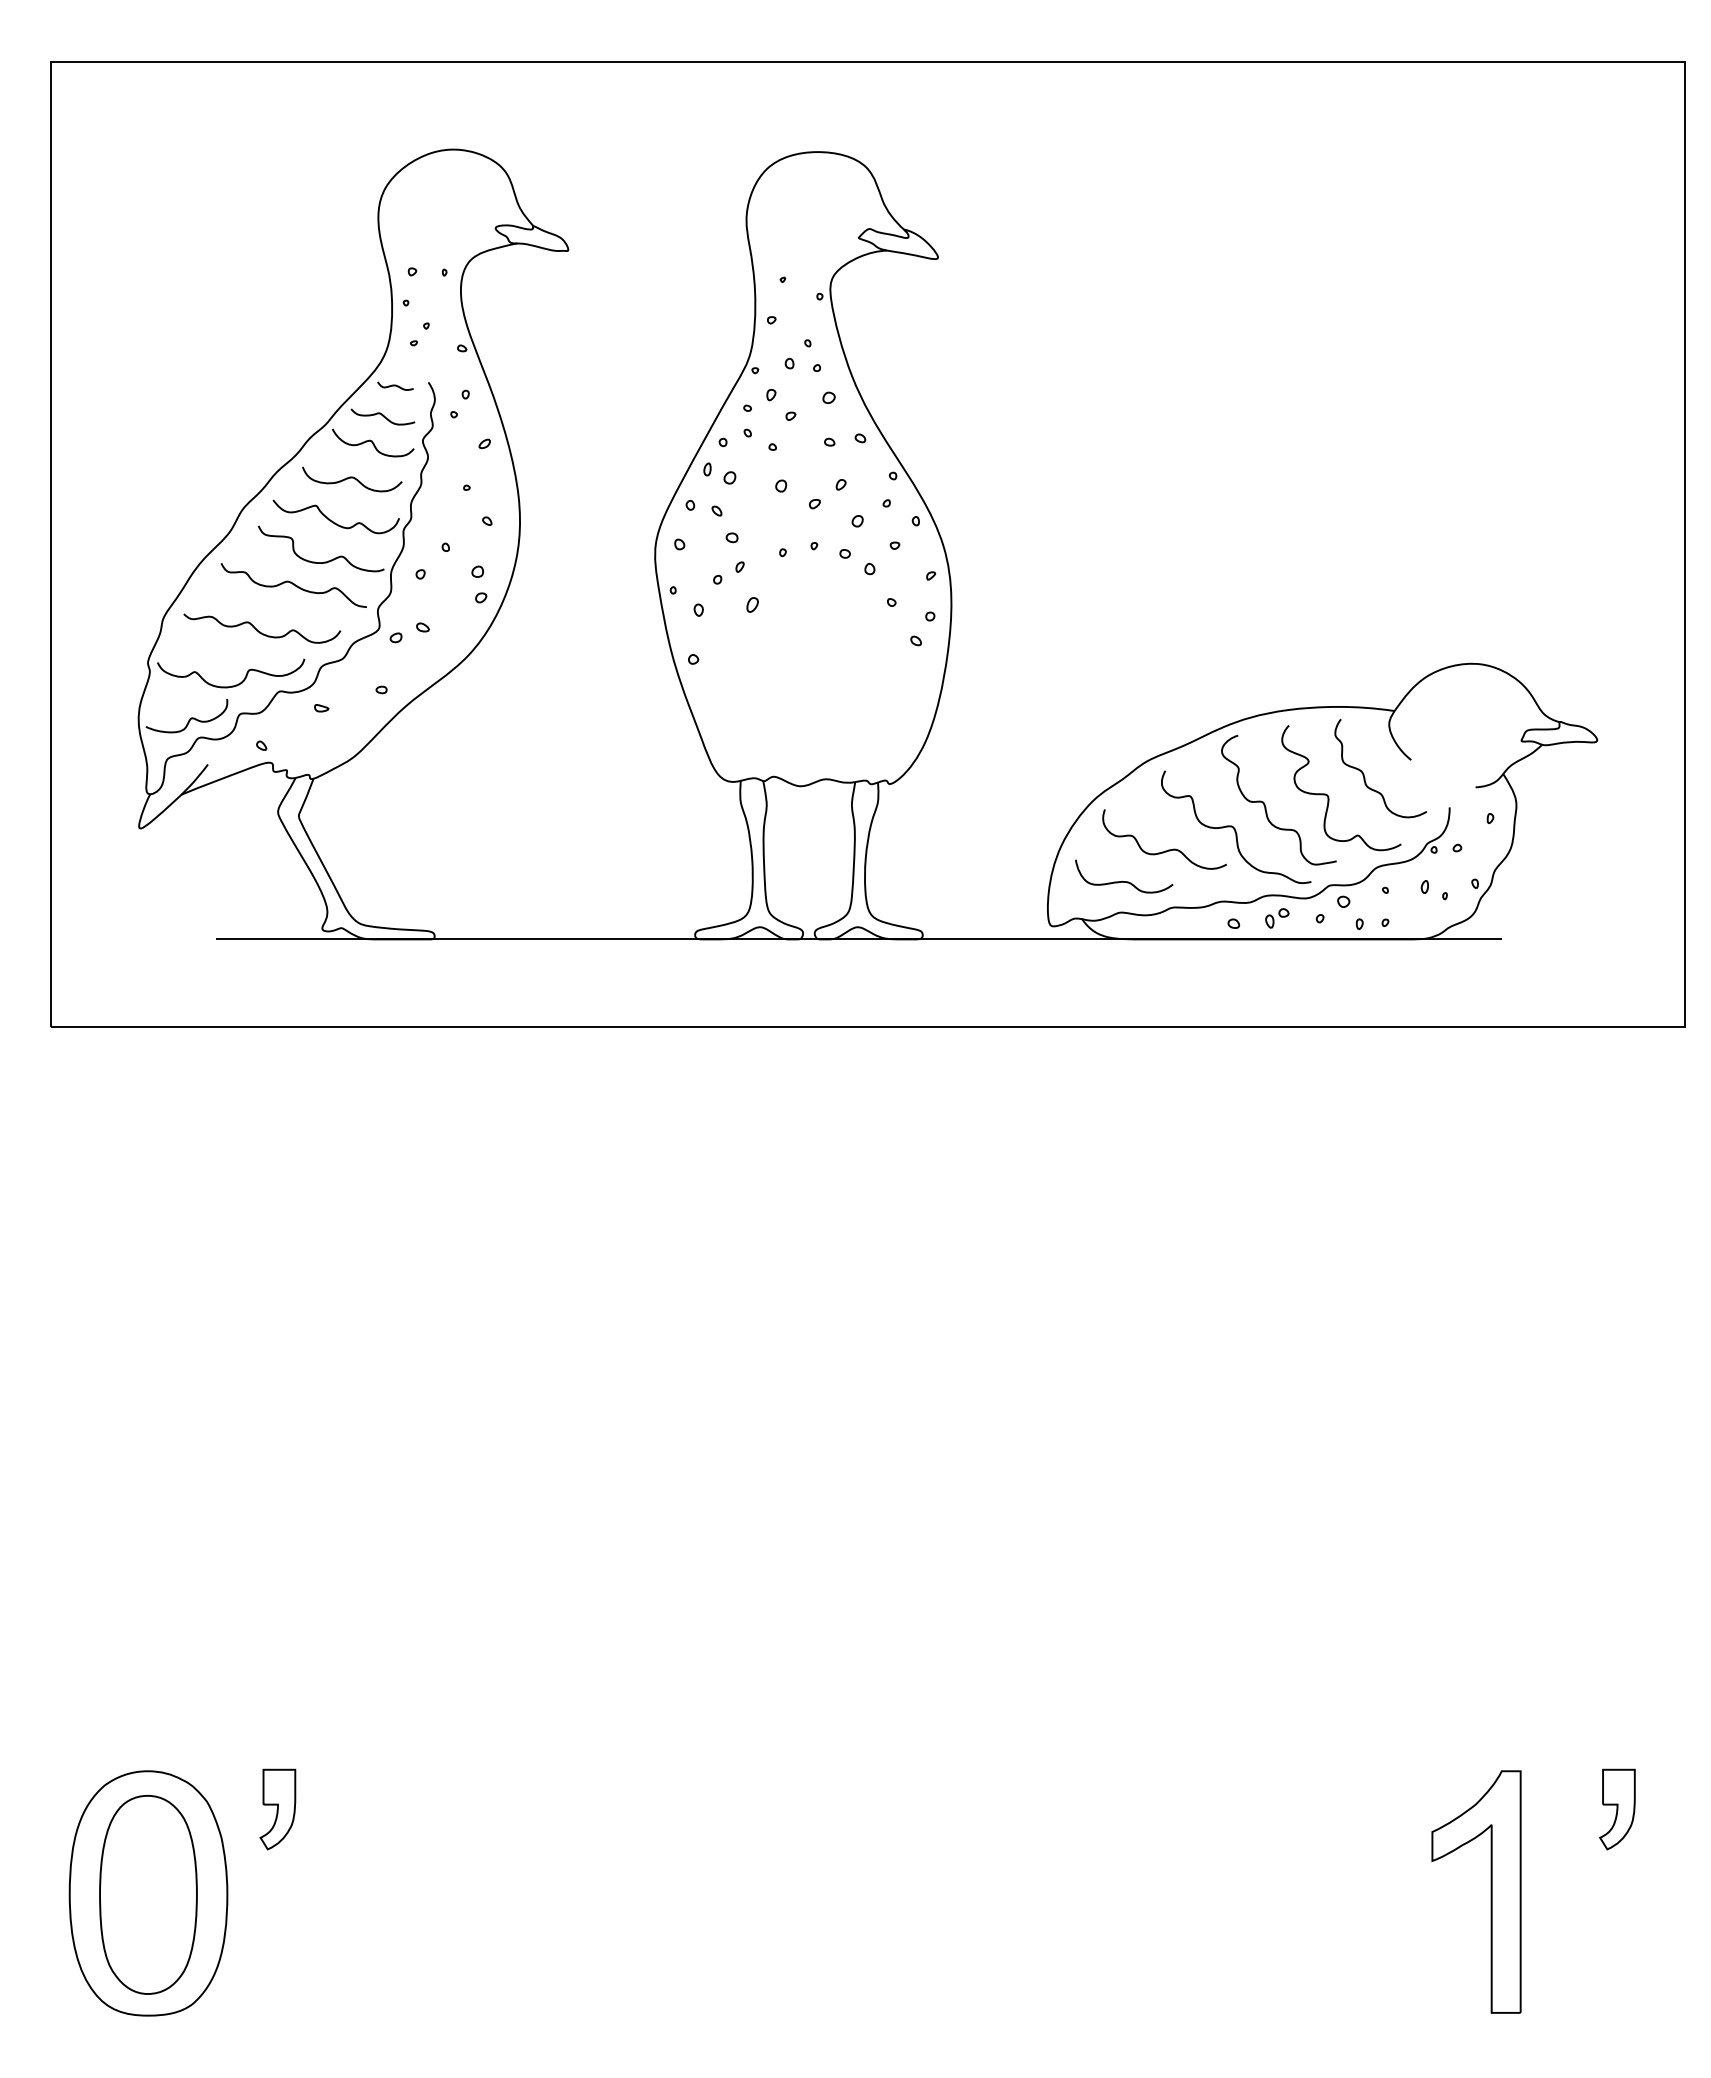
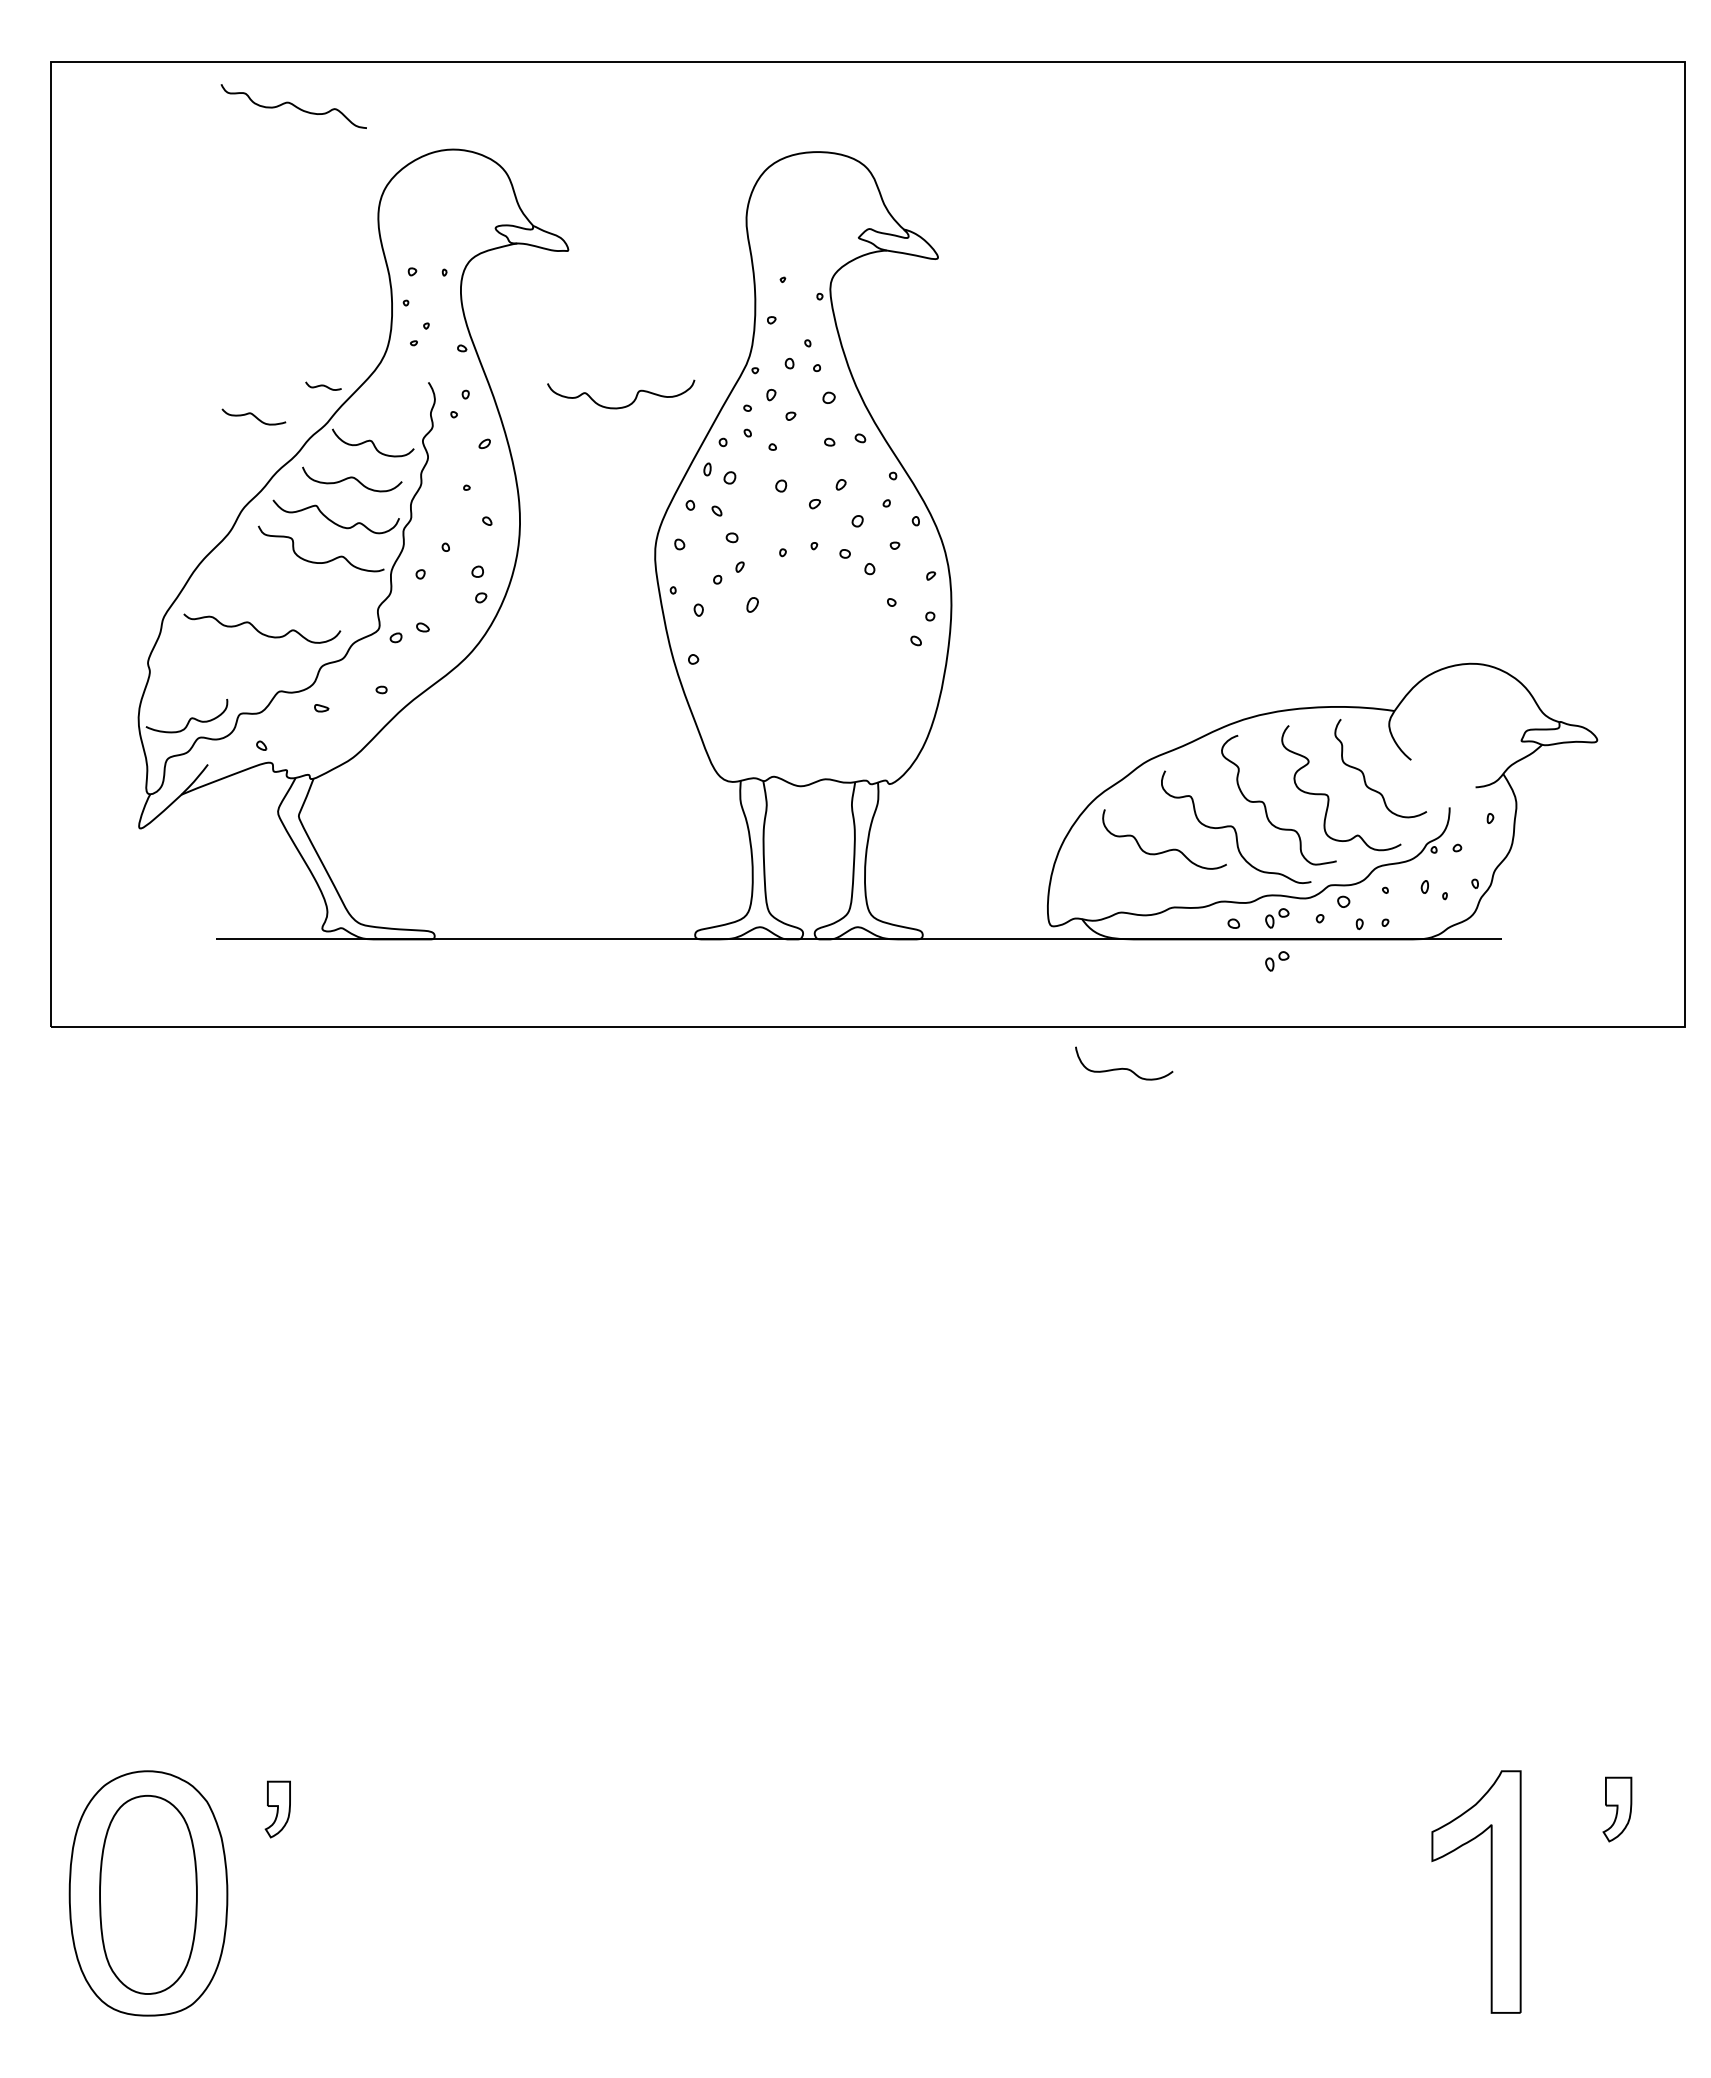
curve at (395, 385) position: (395, 385) -> (323, 385)
curve at (382, 416) position: (382, 416) -> (253, 416)
curve at (293, 585) position: (293, 585) -> (293, 106)
curve at (235, 684) position: (235, 684) -> (625, 405)
curve at (1122, 880) position: (1122, 880) -> (1122, 1067)
part at (1277, 961): none -> present
part at (277, 1809) size: 38x83 px -> 27x59 px
part at (1617, 1809) size: 37x83 px -> 31x67 px
